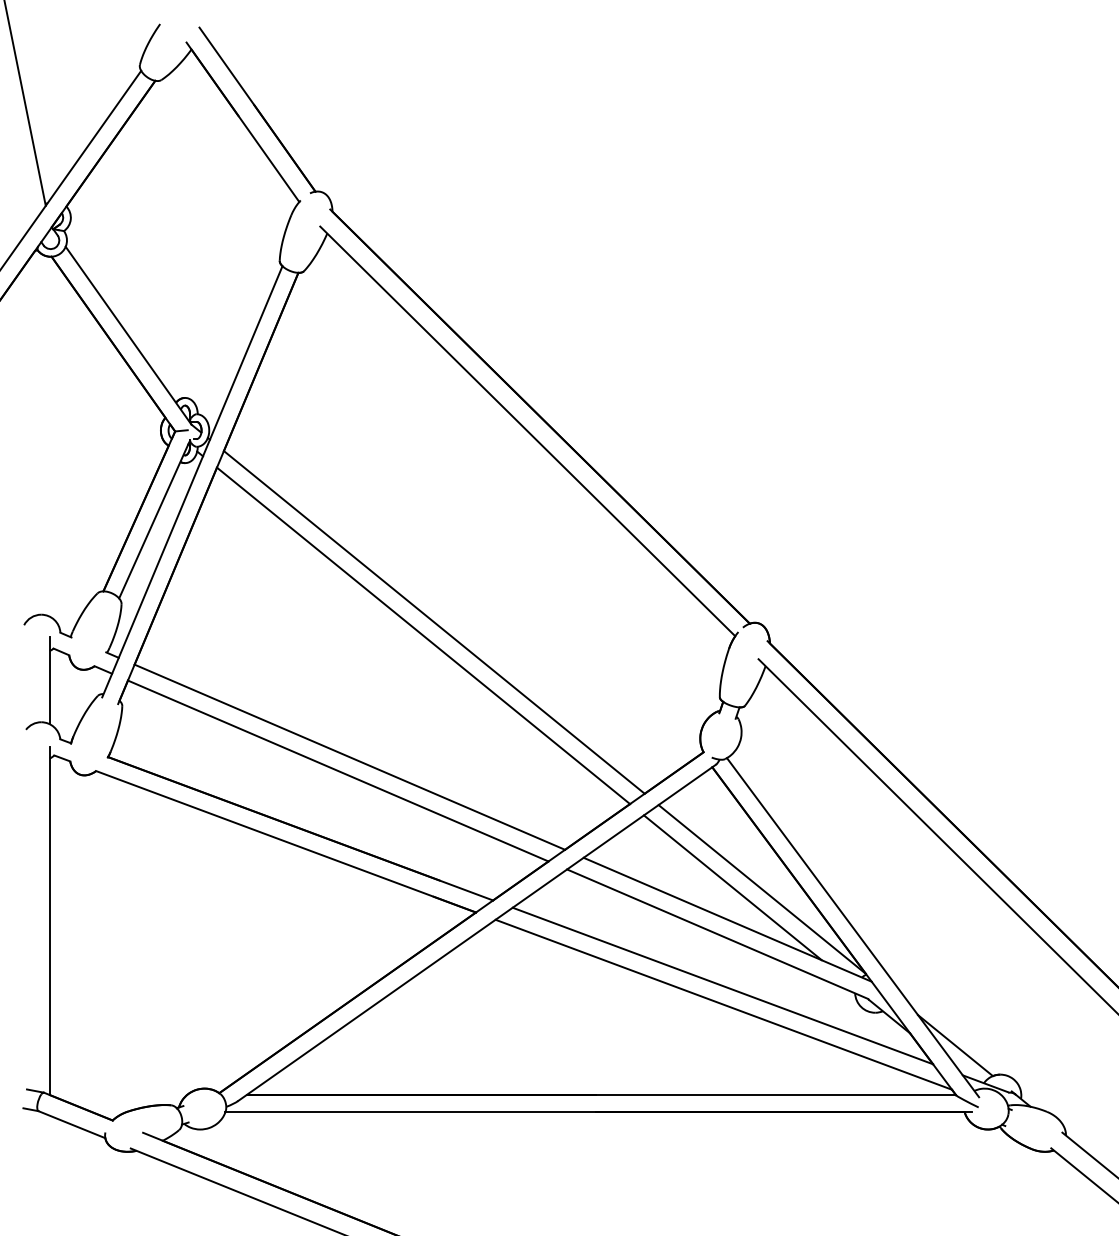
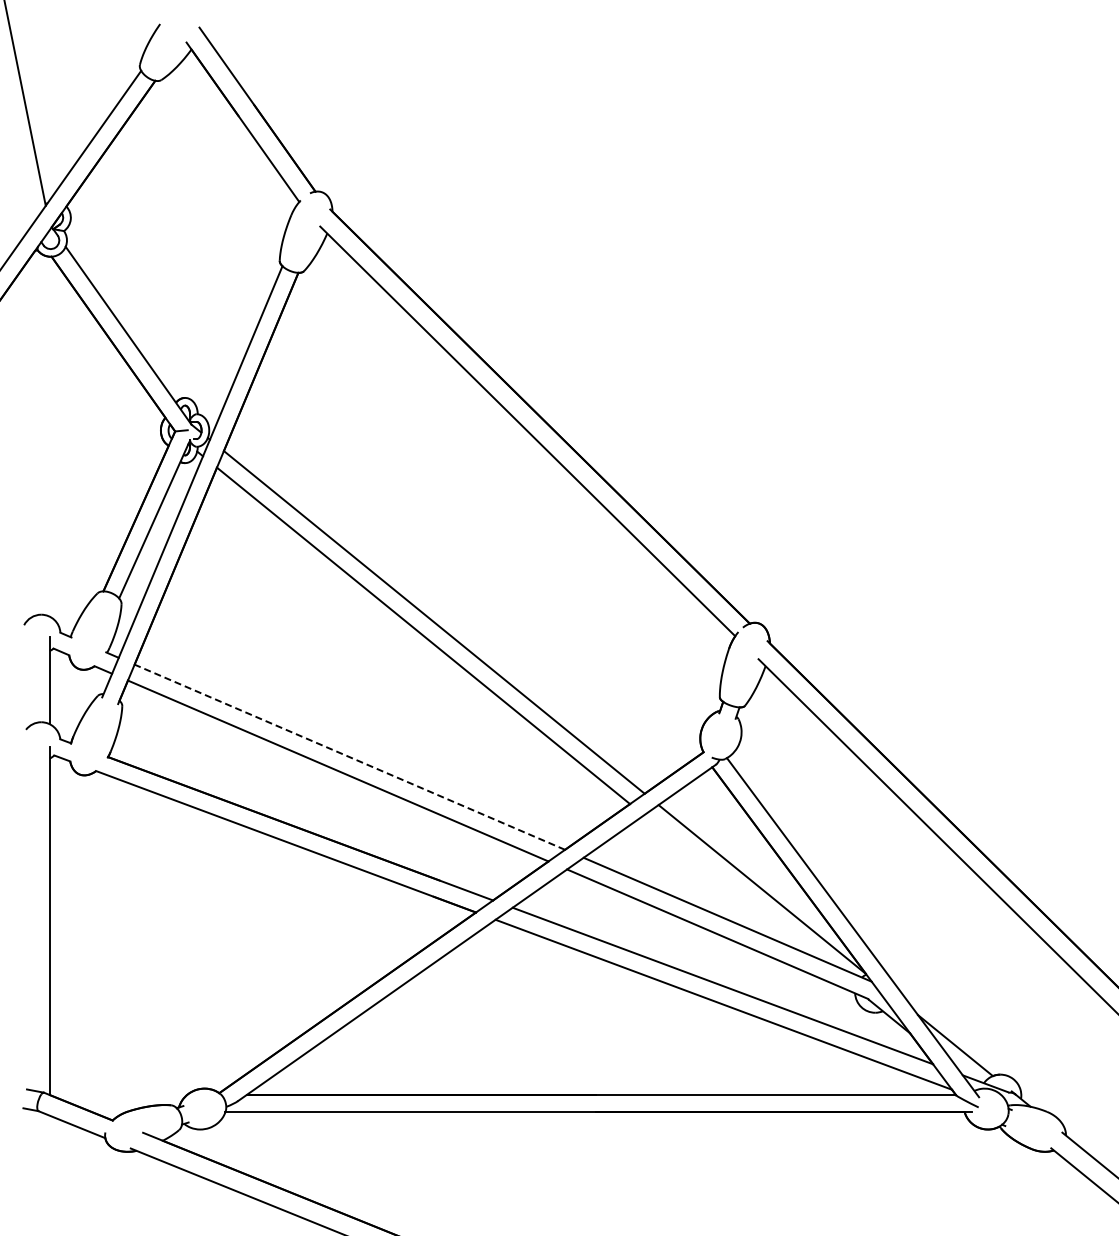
line at (349, 757): solid -> dashed
line at (732, 887): present -> none
